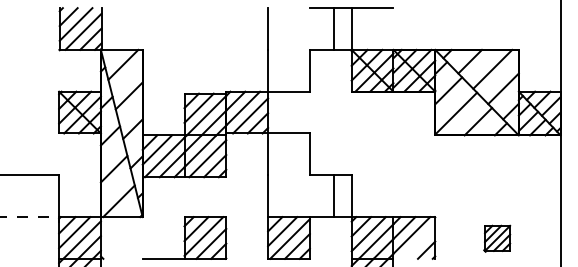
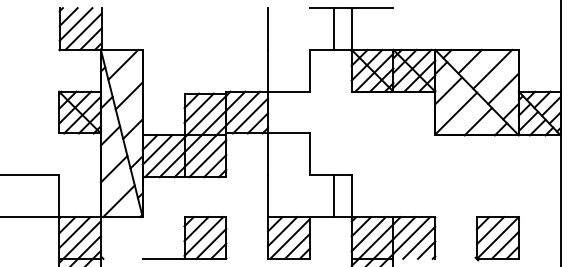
line at (30, 217): dashed -> solid
part at (497, 238) size: 29x29 px -> 46x46 px
line at (419, 242): none -> present
